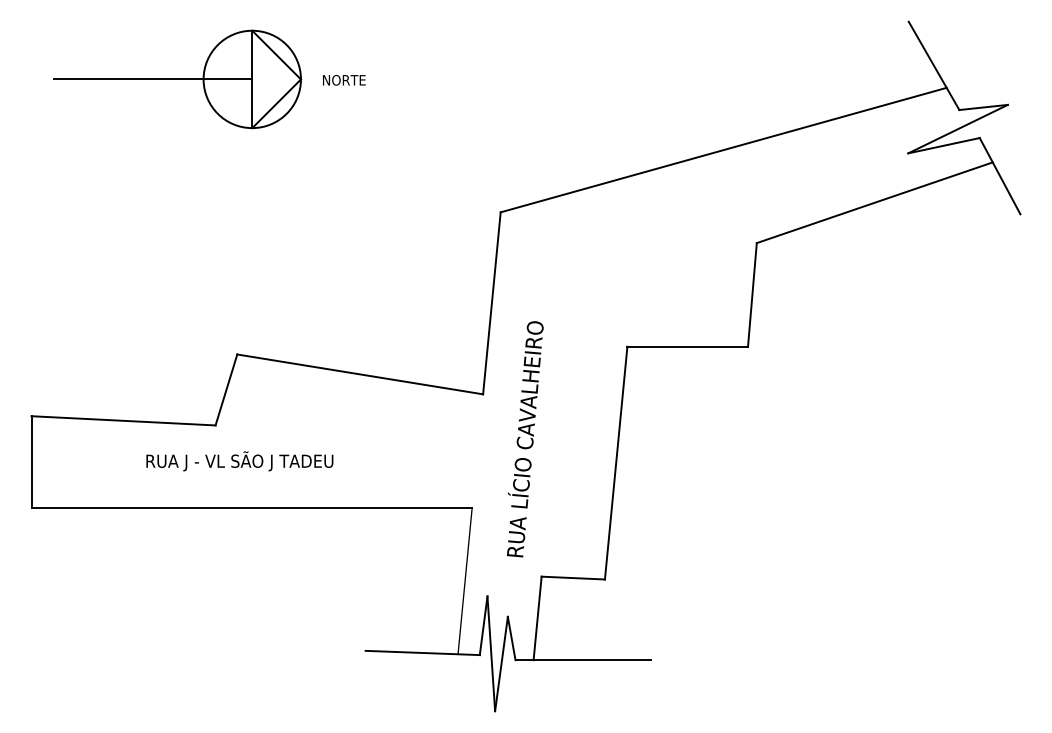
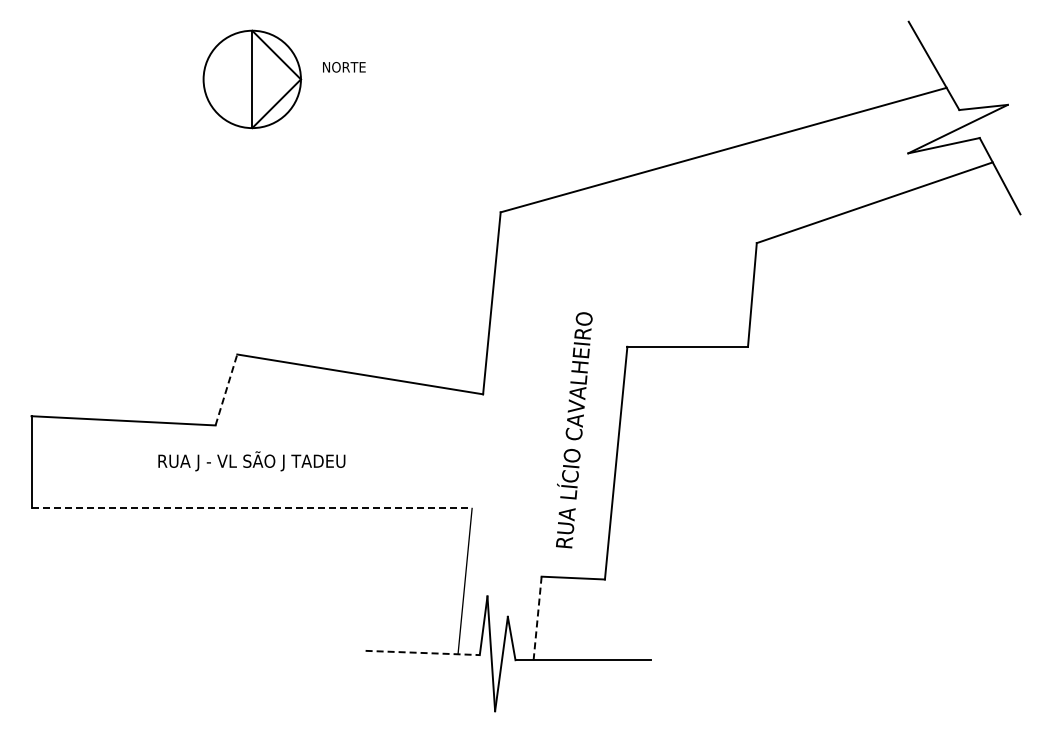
line at (153, 79): present -> none
text at (344, 80) position: (344, 80) -> (344, 67)
line at (226, 389): solid -> dashed
text at (525, 439) position: (525, 439) -> (574, 430)
text at (239, 461) position: (239, 461) -> (251, 461)
line at (252, 507): solid -> dashed
line at (537, 618): solid -> dashed
line at (423, 652): solid -> dashed
